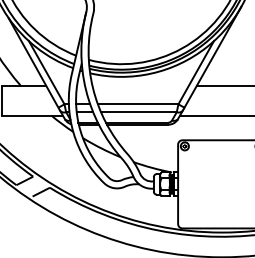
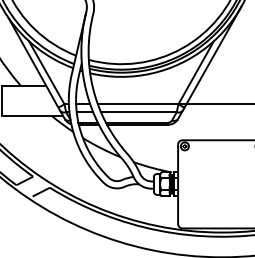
line at (223, 85): present -> none
line at (215, 115) position: (215, 115) -> (215, 103)
